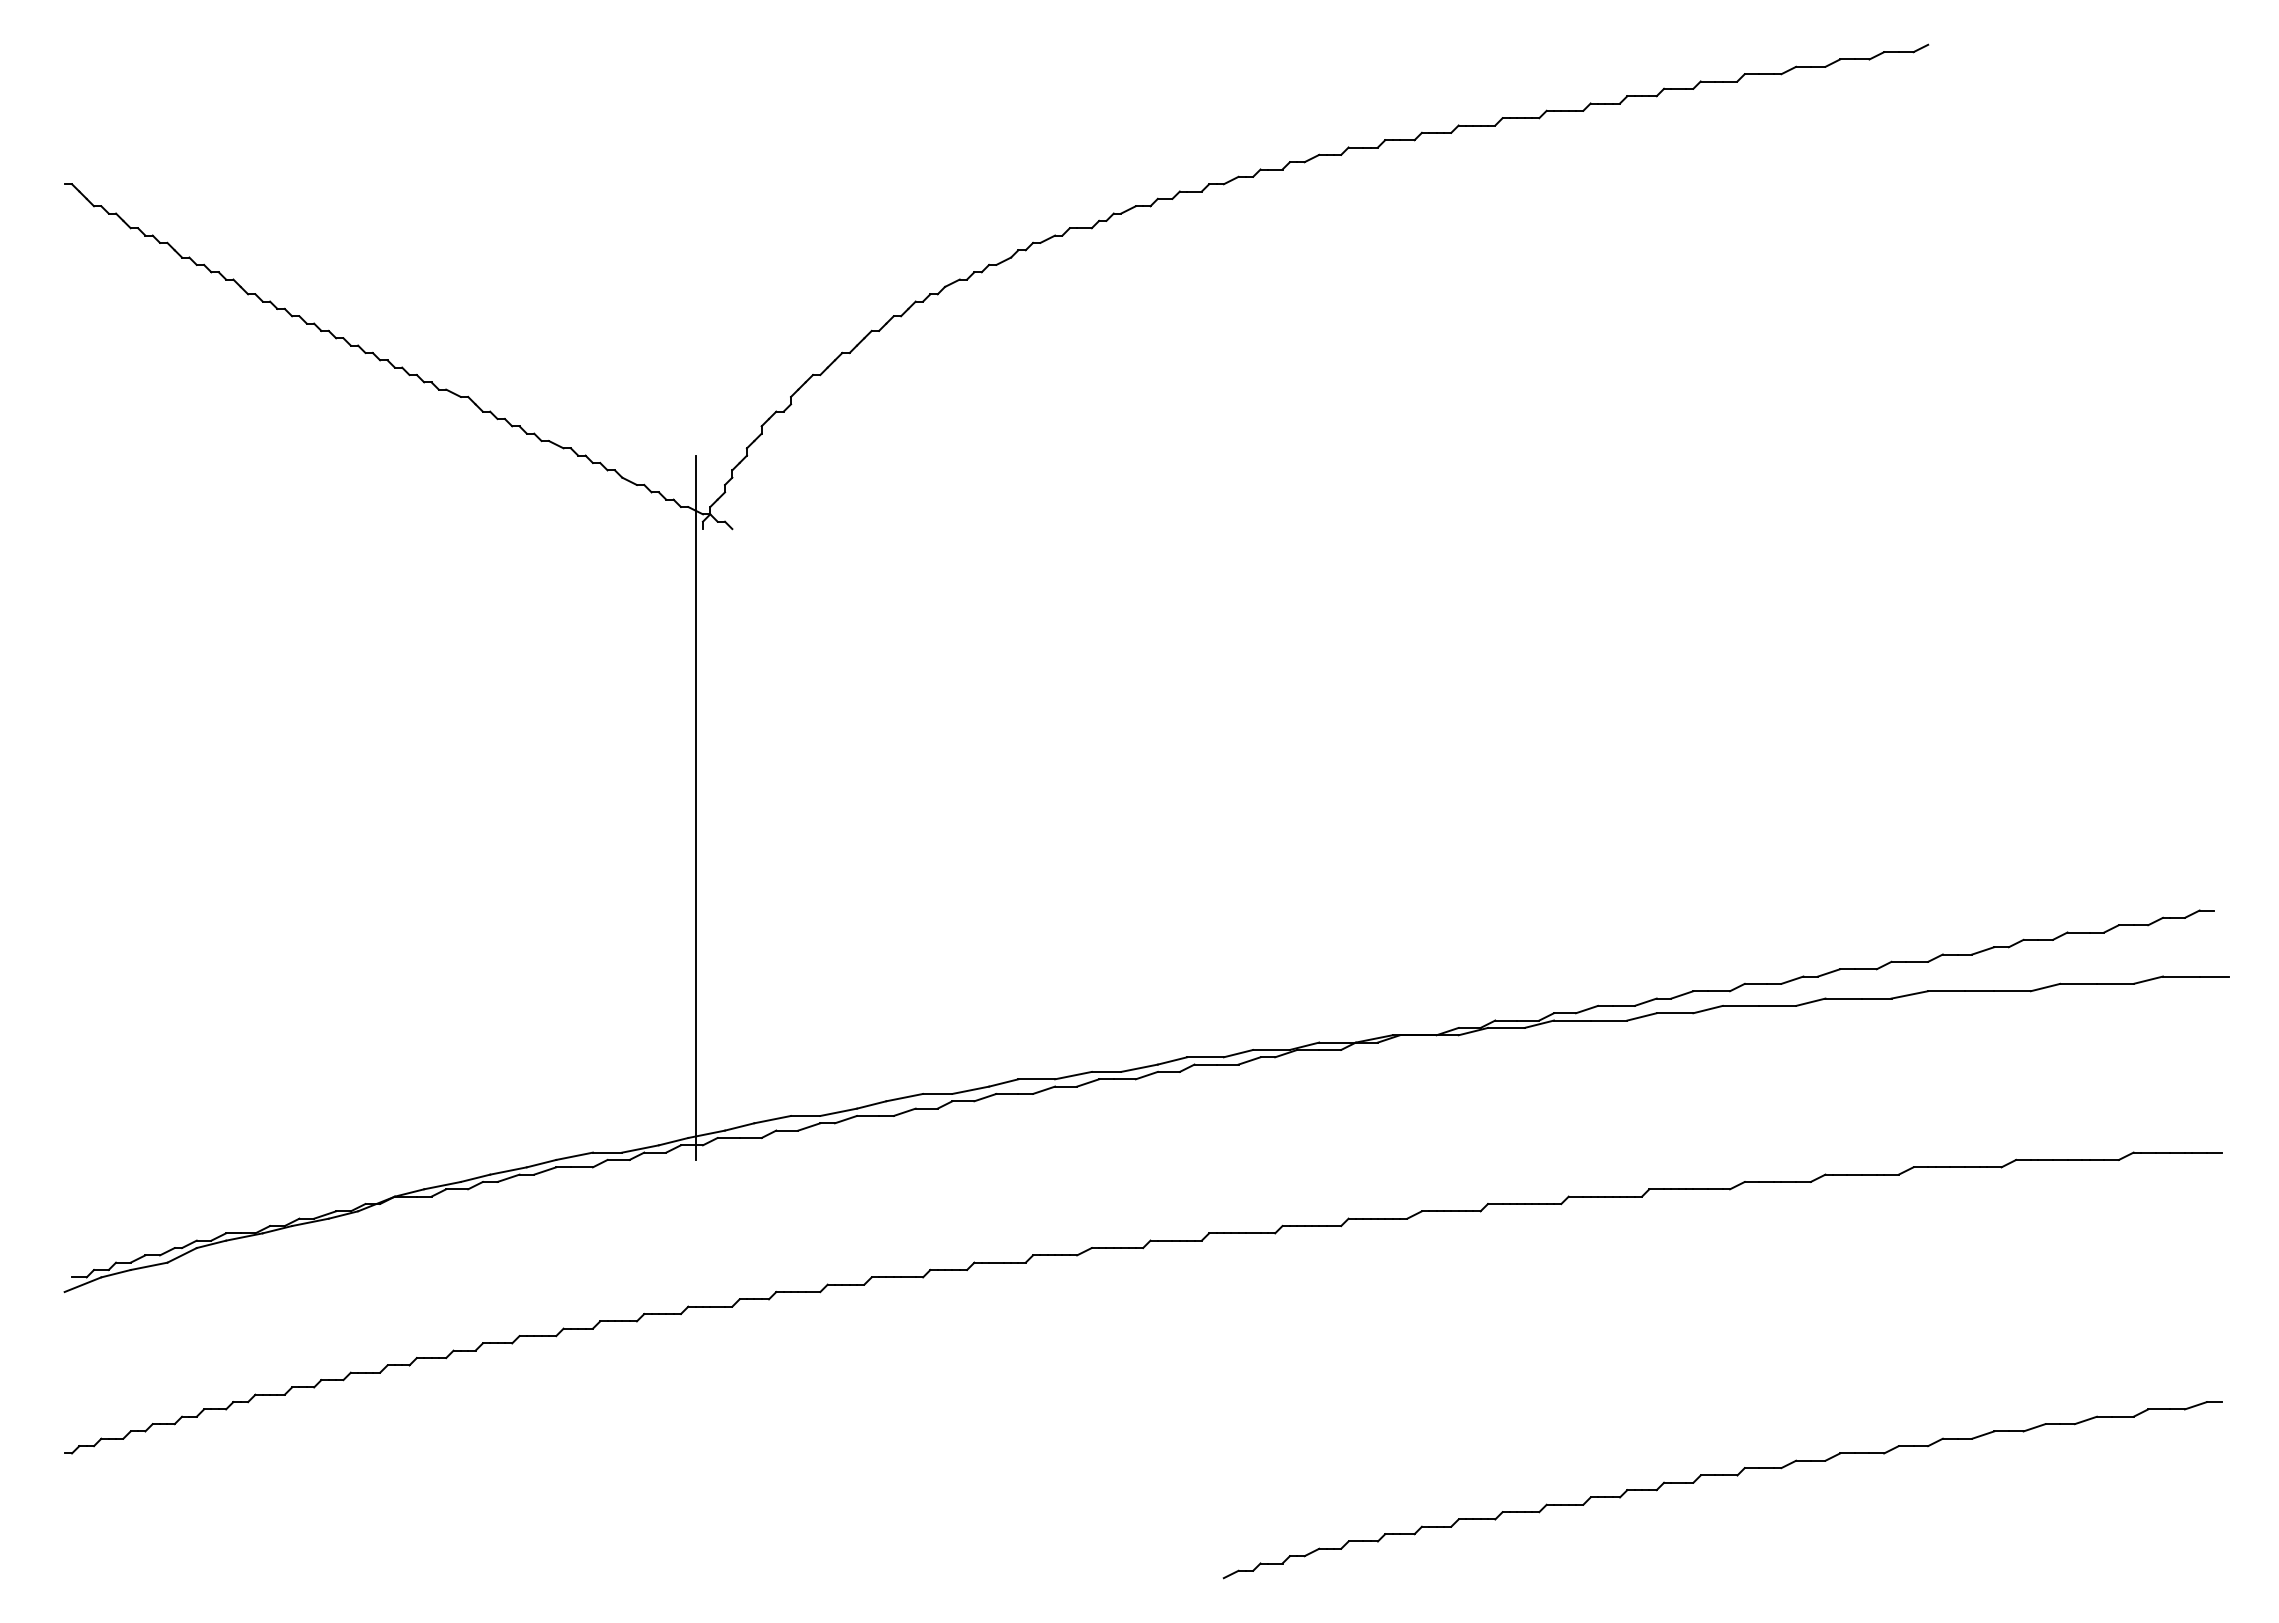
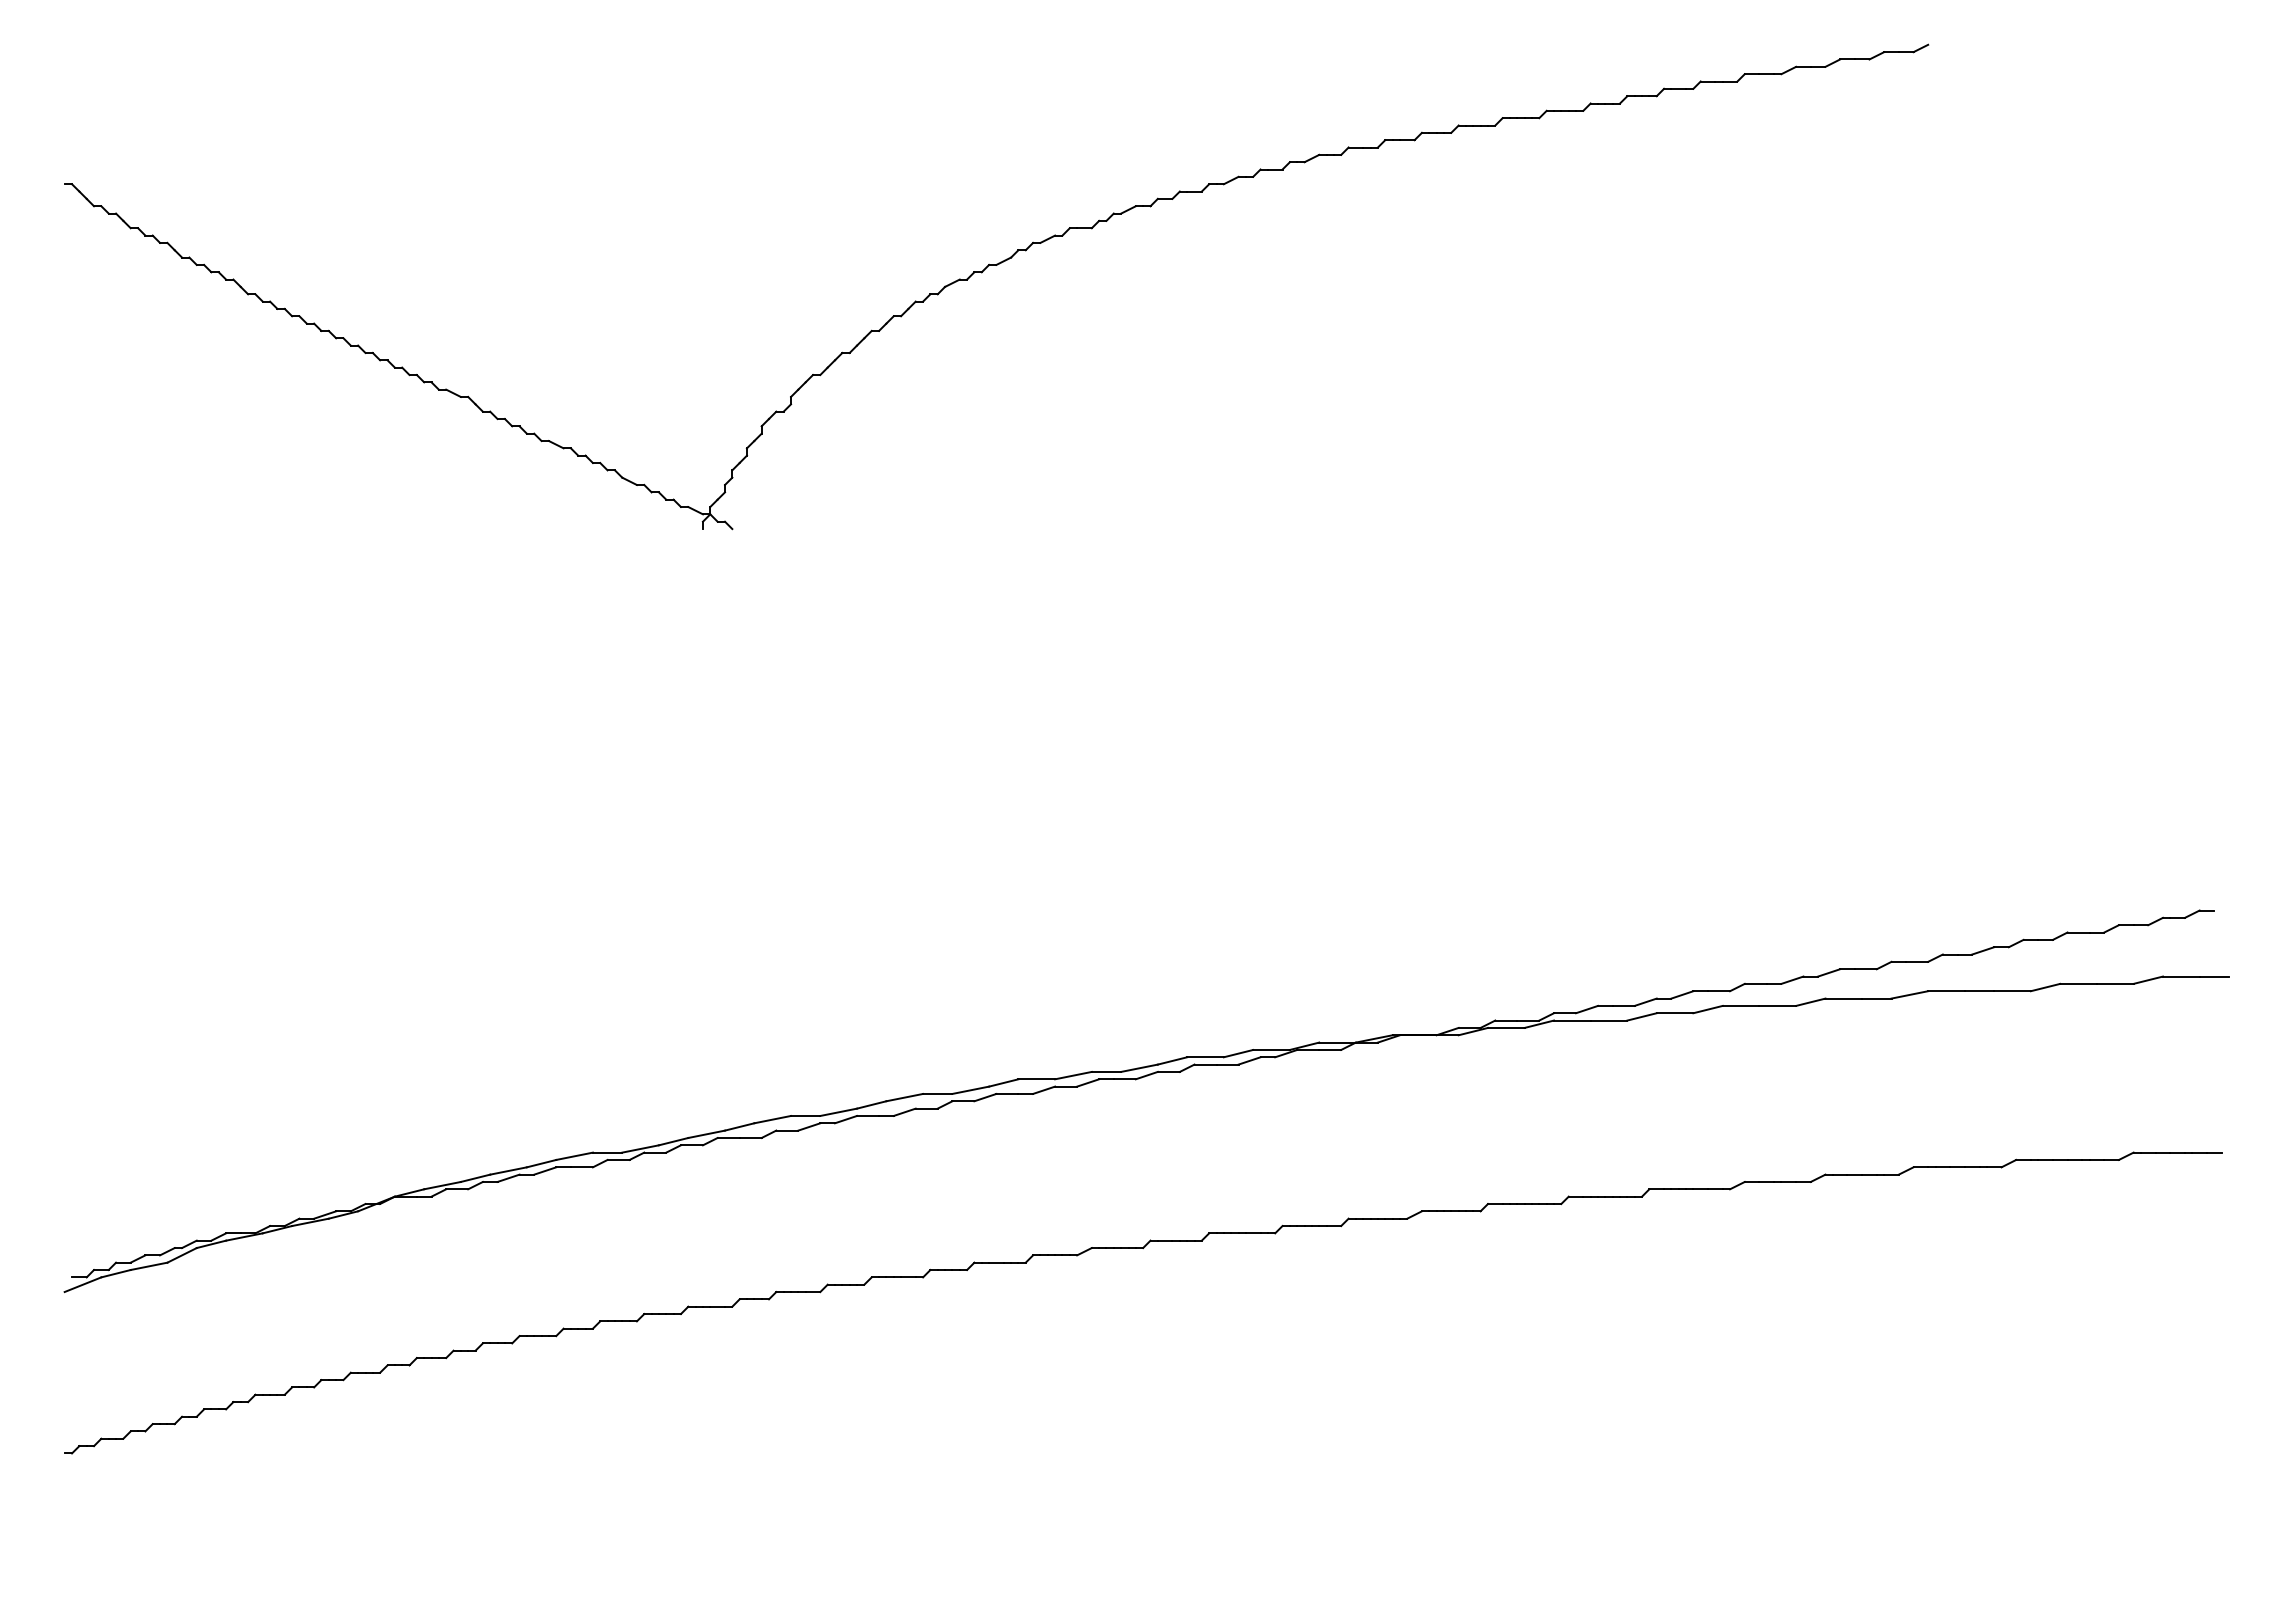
line at (695, 807): present -> none
part at (1722, 1475): present -> none
